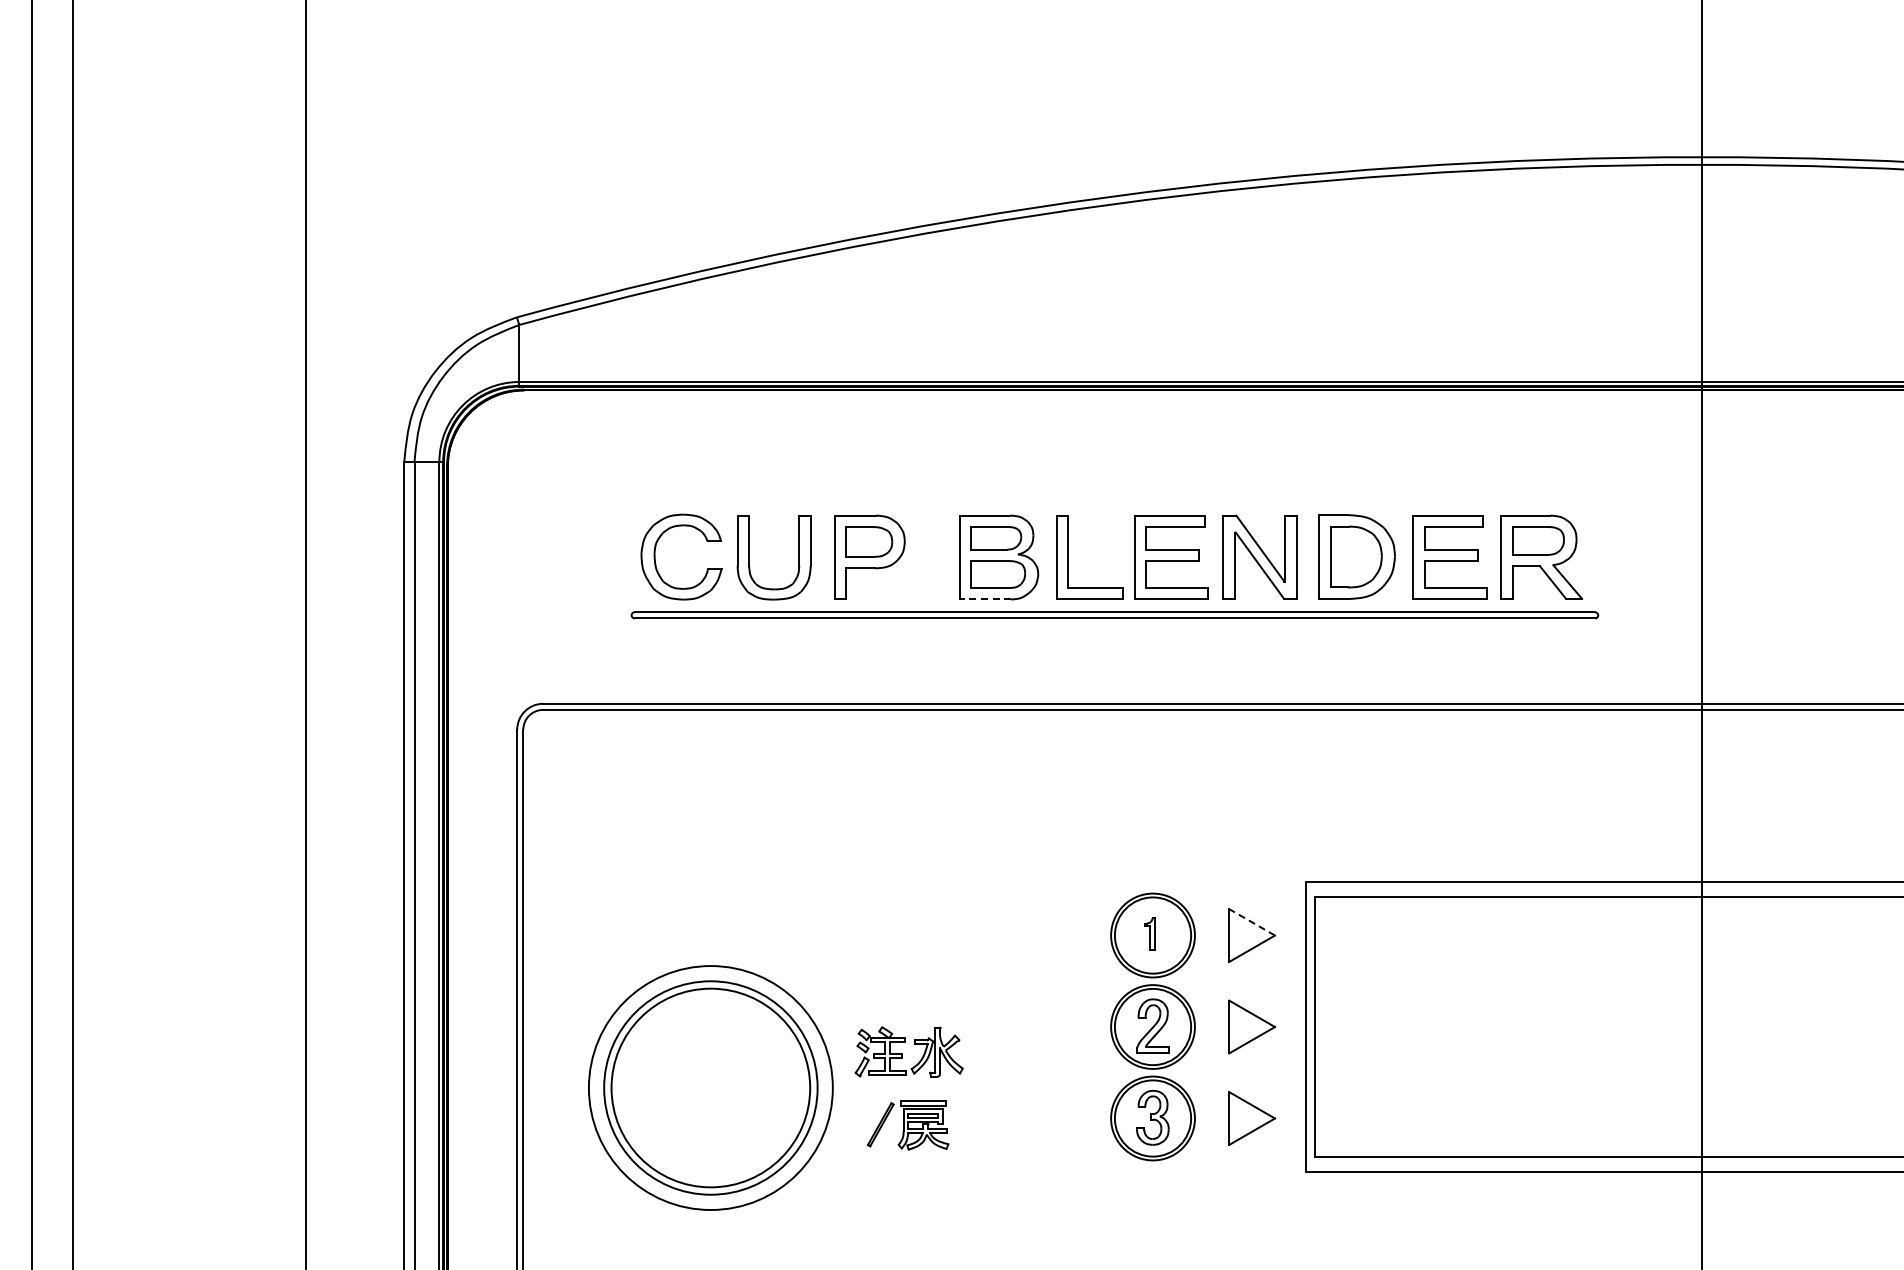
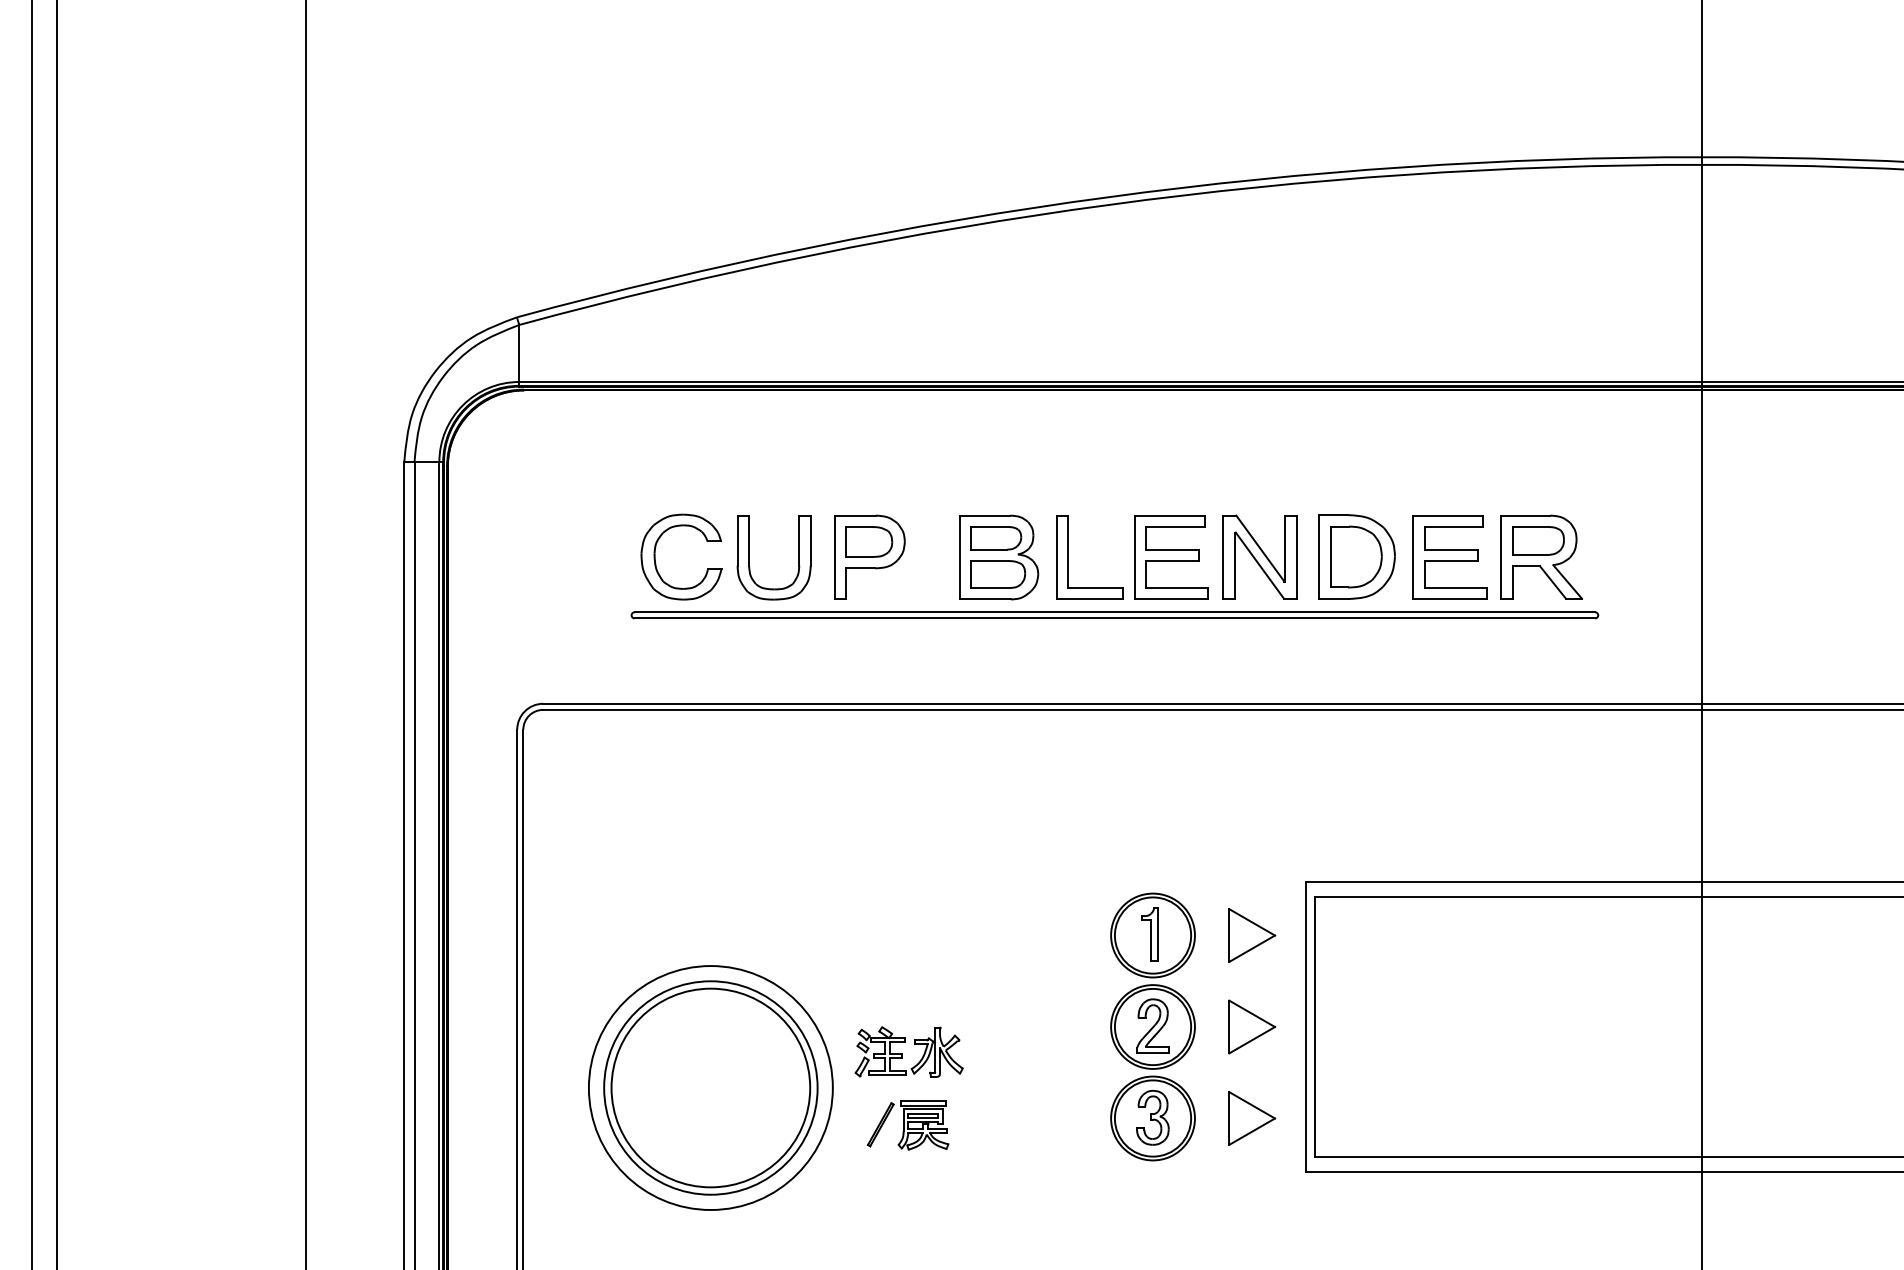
line at (985, 599): dashed -> solid
line at (73, 634) position: (73, 634) -> (57, 634)
line at (1251, 922): dashed -> solid
part at (1149, 933) size: 12x34 px -> 18x55 px
